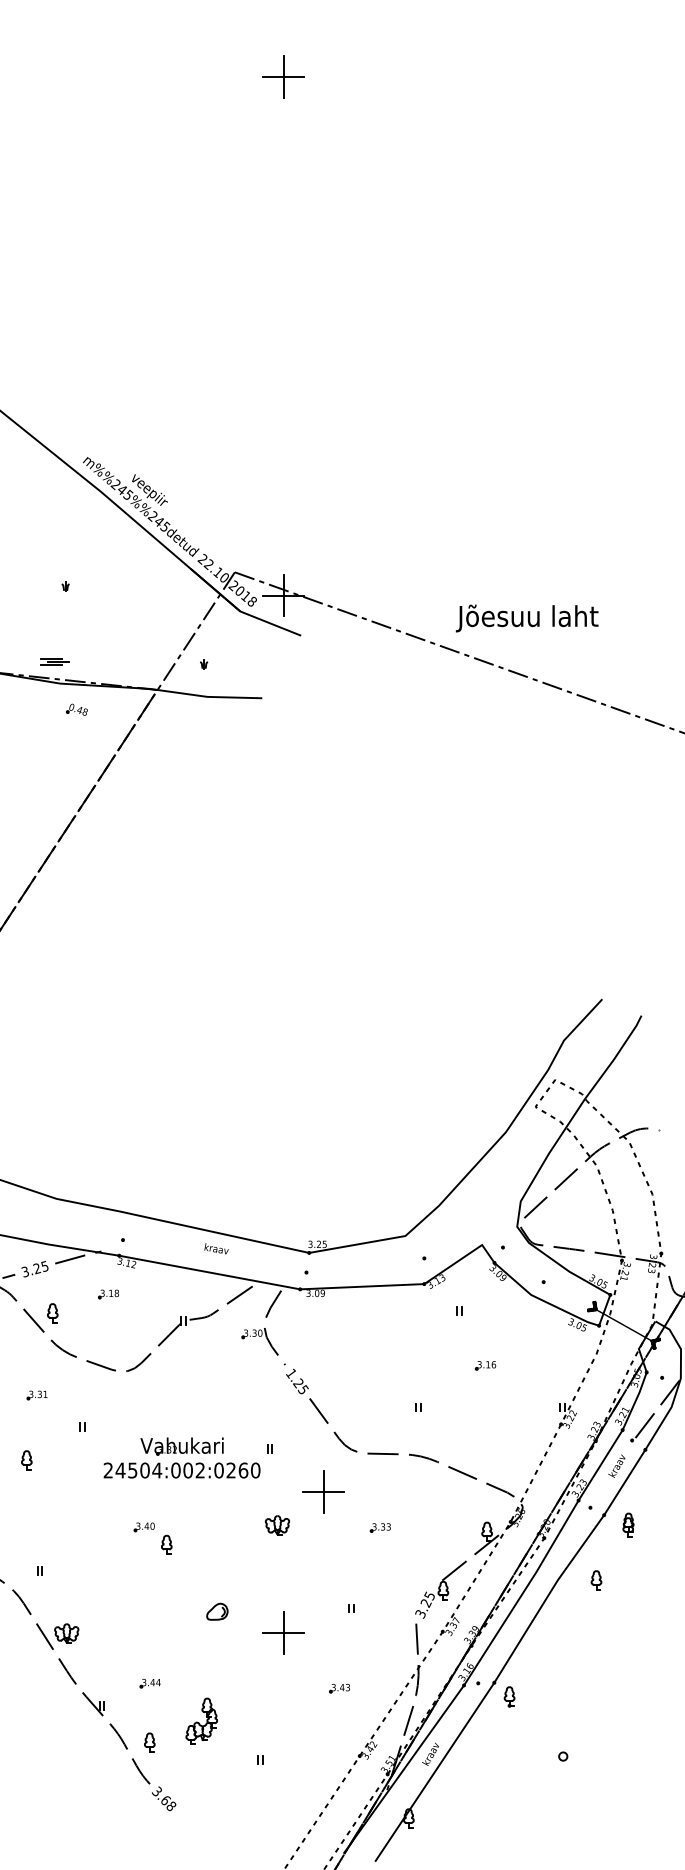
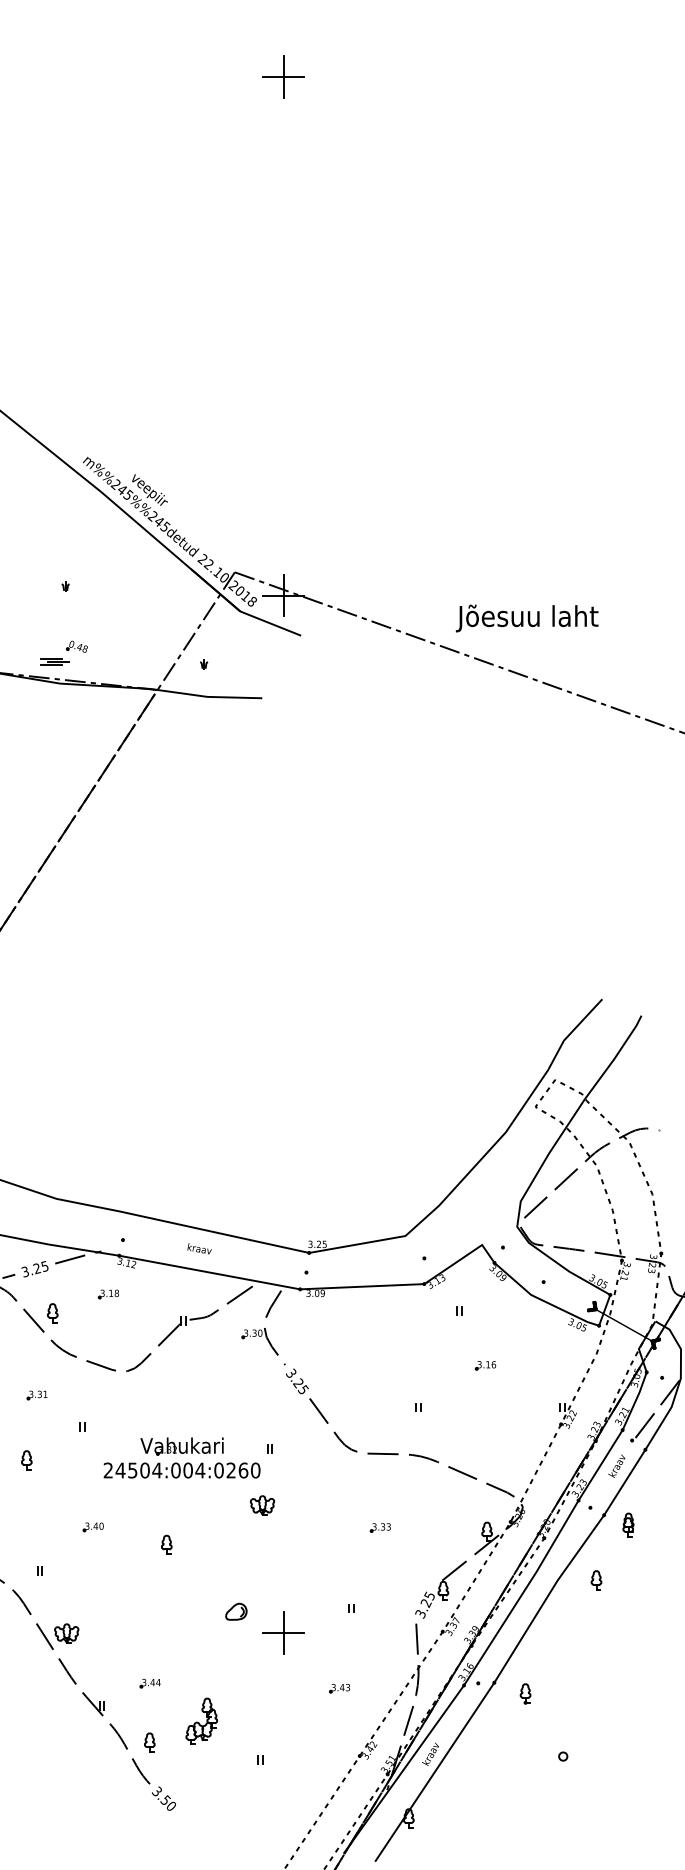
part at (76, 709) position: (76, 709) -> (76, 646)
text at (216, 1248) position: (216, 1248) -> (199, 1248)
text at (291, 1373): 1.25 -> 3.25
text at (200, 1470): 24504:002:0260 -> 24504:004:0260
part at (323, 1491): present -> none
part at (277, 1525) position: (277, 1525) -> (262, 1505)
part at (143, 1527) position: (143, 1527) -> (92, 1527)
part at (217, 1611) position: (217, 1611) -> (236, 1611)
part at (509, 1696) position: (509, 1696) -> (525, 1693)
text at (168, 1803): 3.68 -> 3.50
